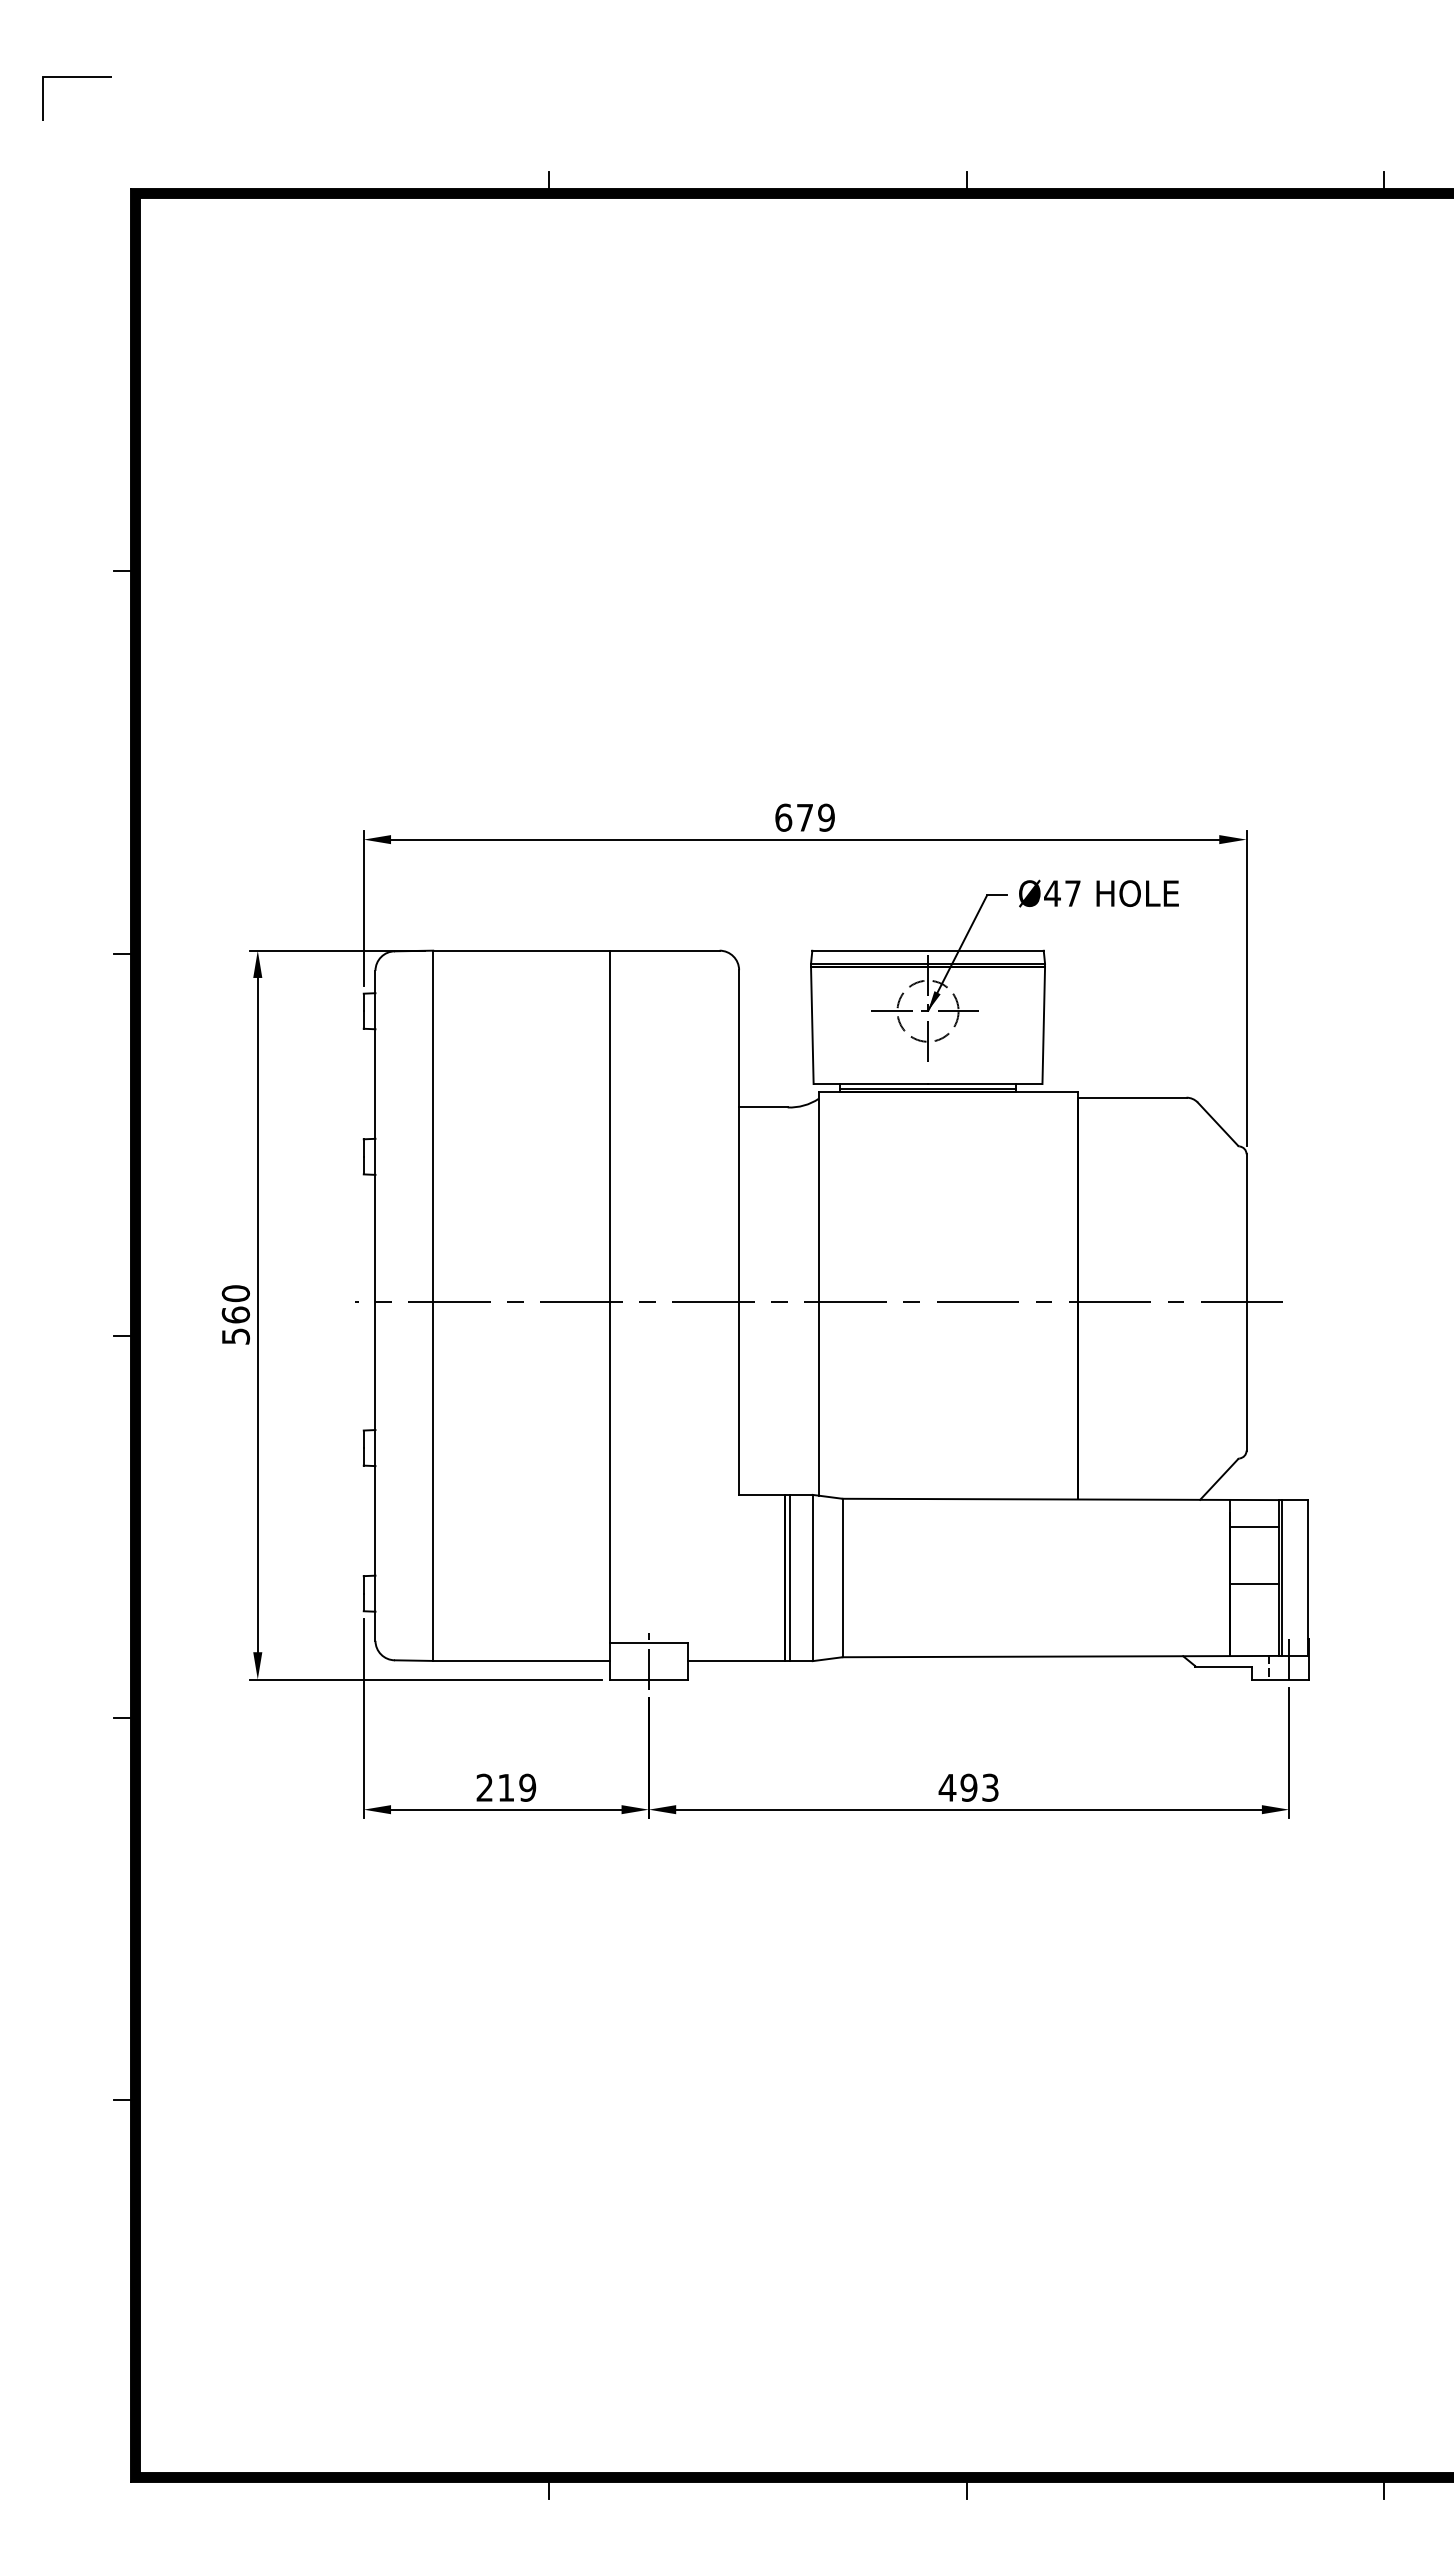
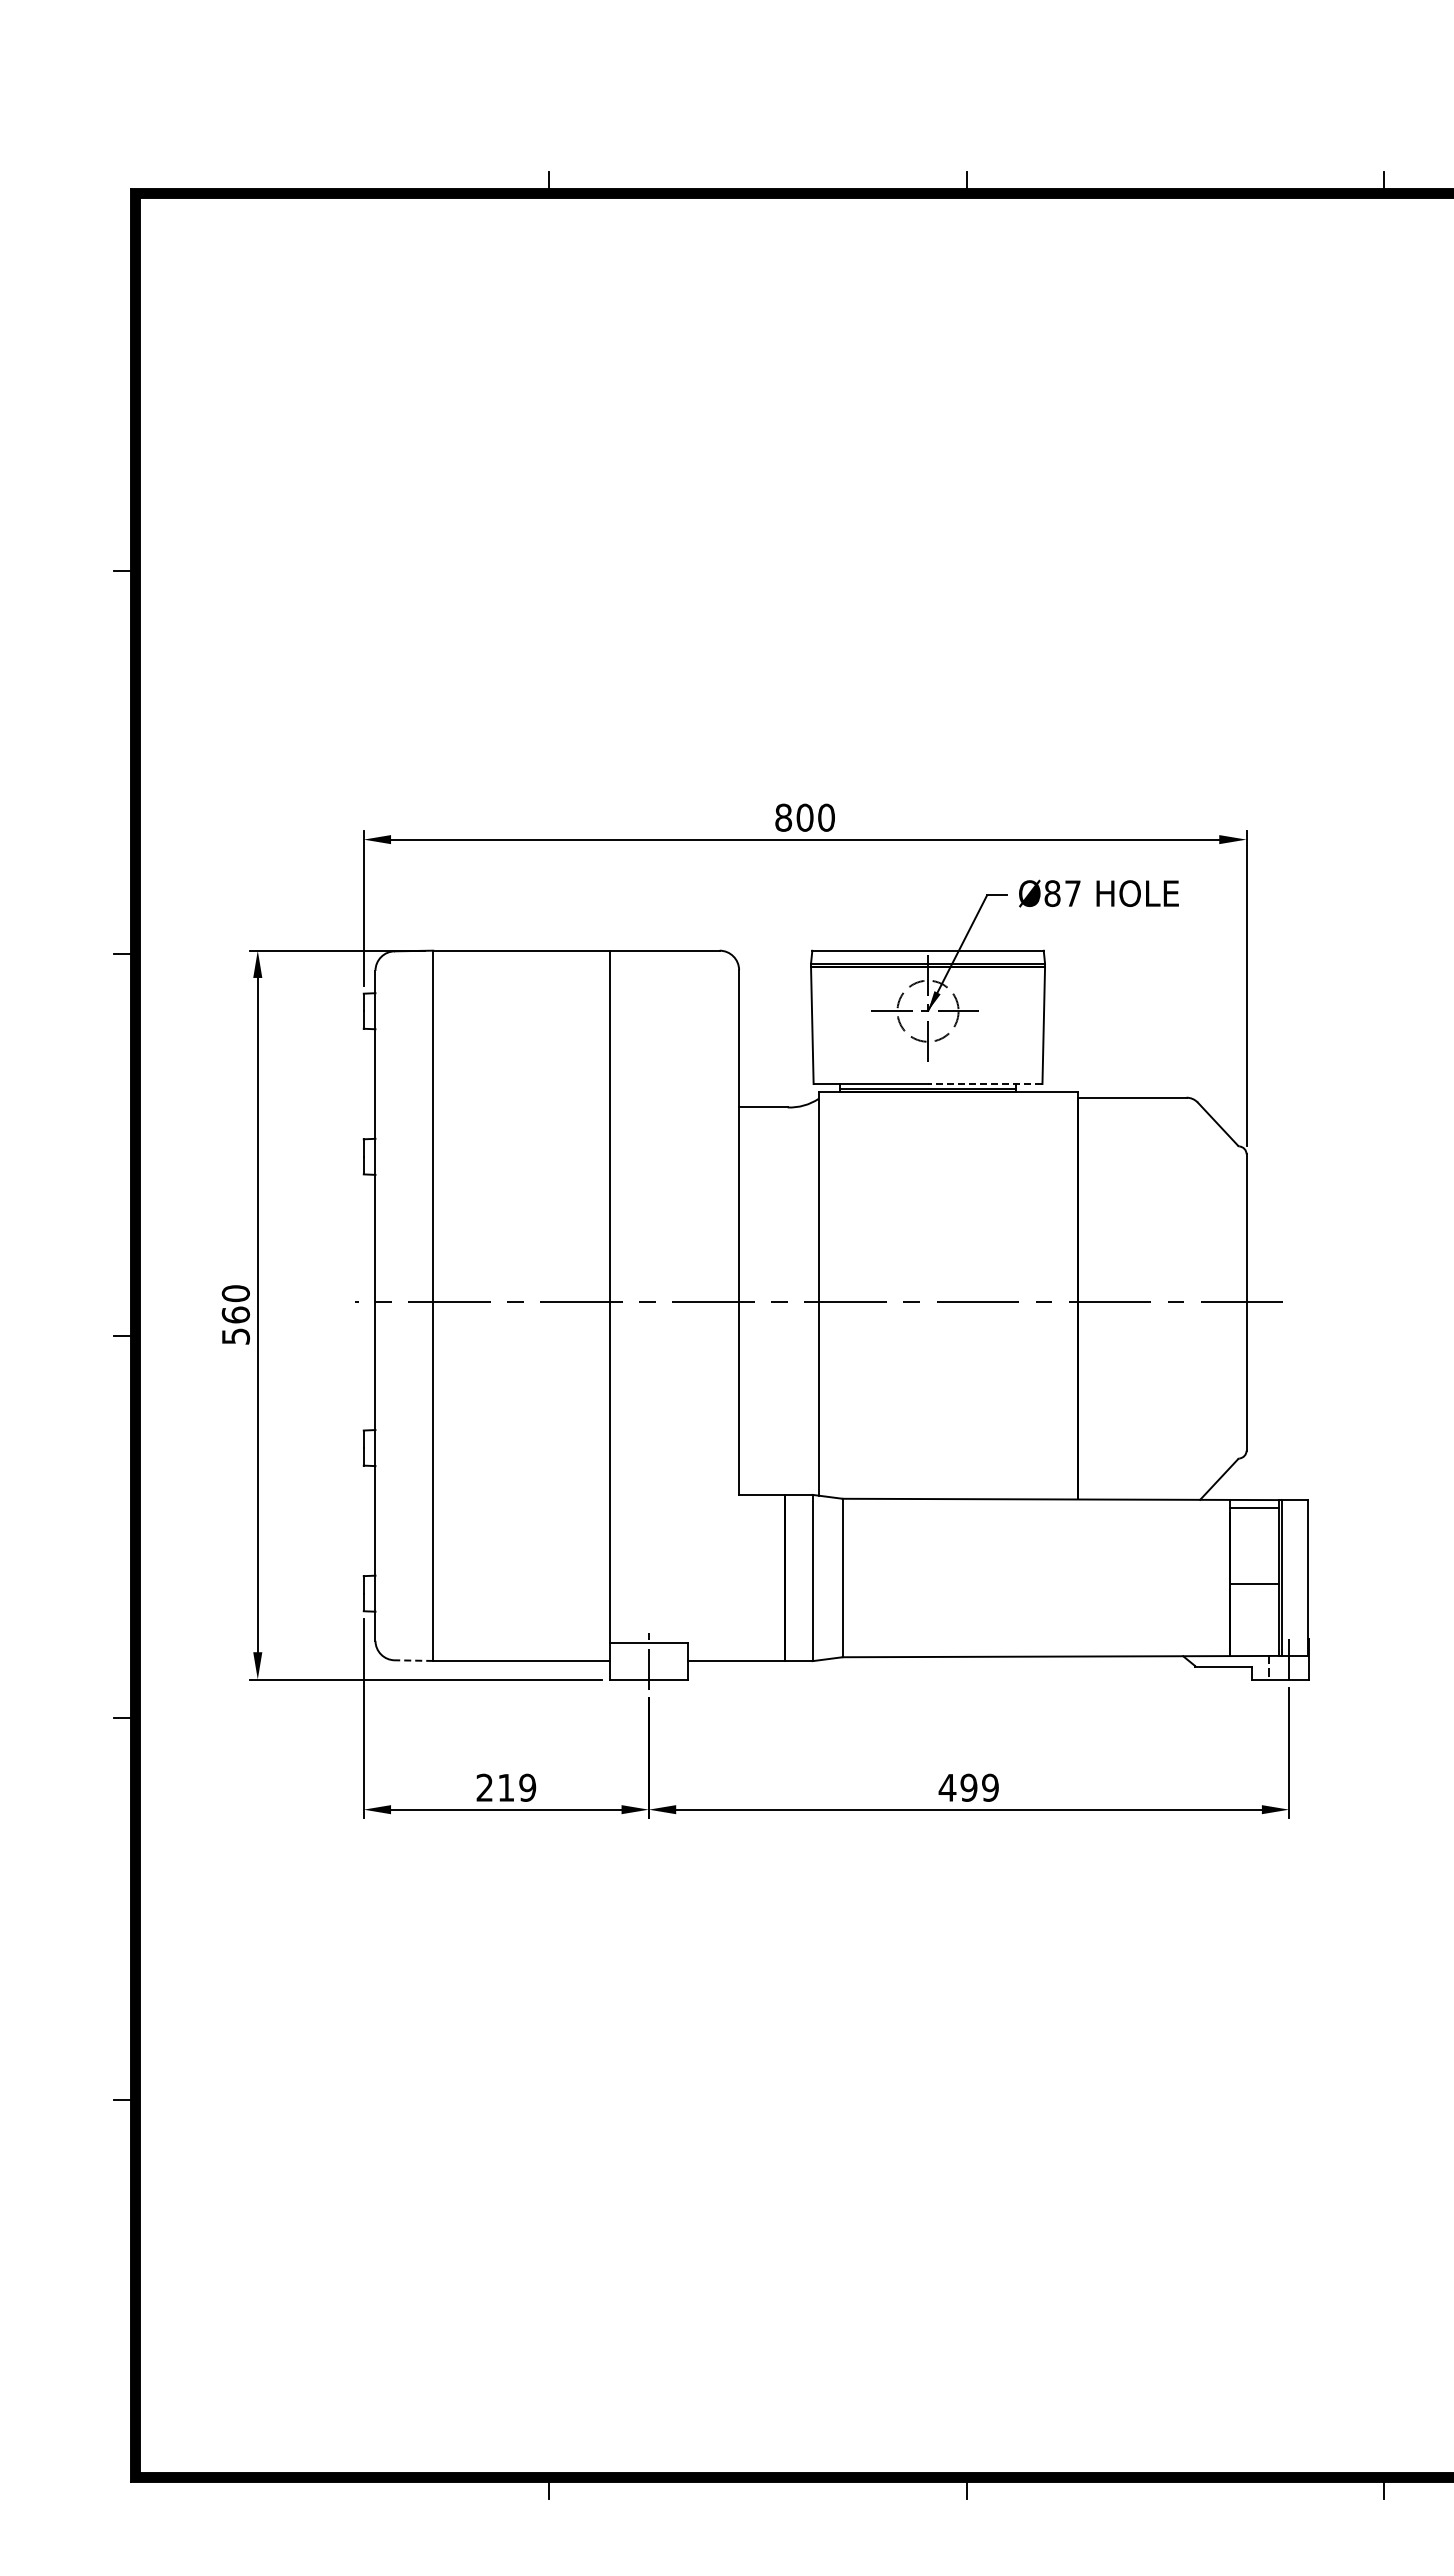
line at (76, 77): present -> none
text at (804, 817): 679 -> 800
text at (1052, 893): Ø47 -> Ø87
line at (984, 1084): solid -> dashed
line at (1254, 1527) position: (1254, 1527) -> (1254, 1508)
line at (789, 1577): present -> none
line at (413, 1660): solid -> dashed
text at (990, 1787): 493 -> 499
